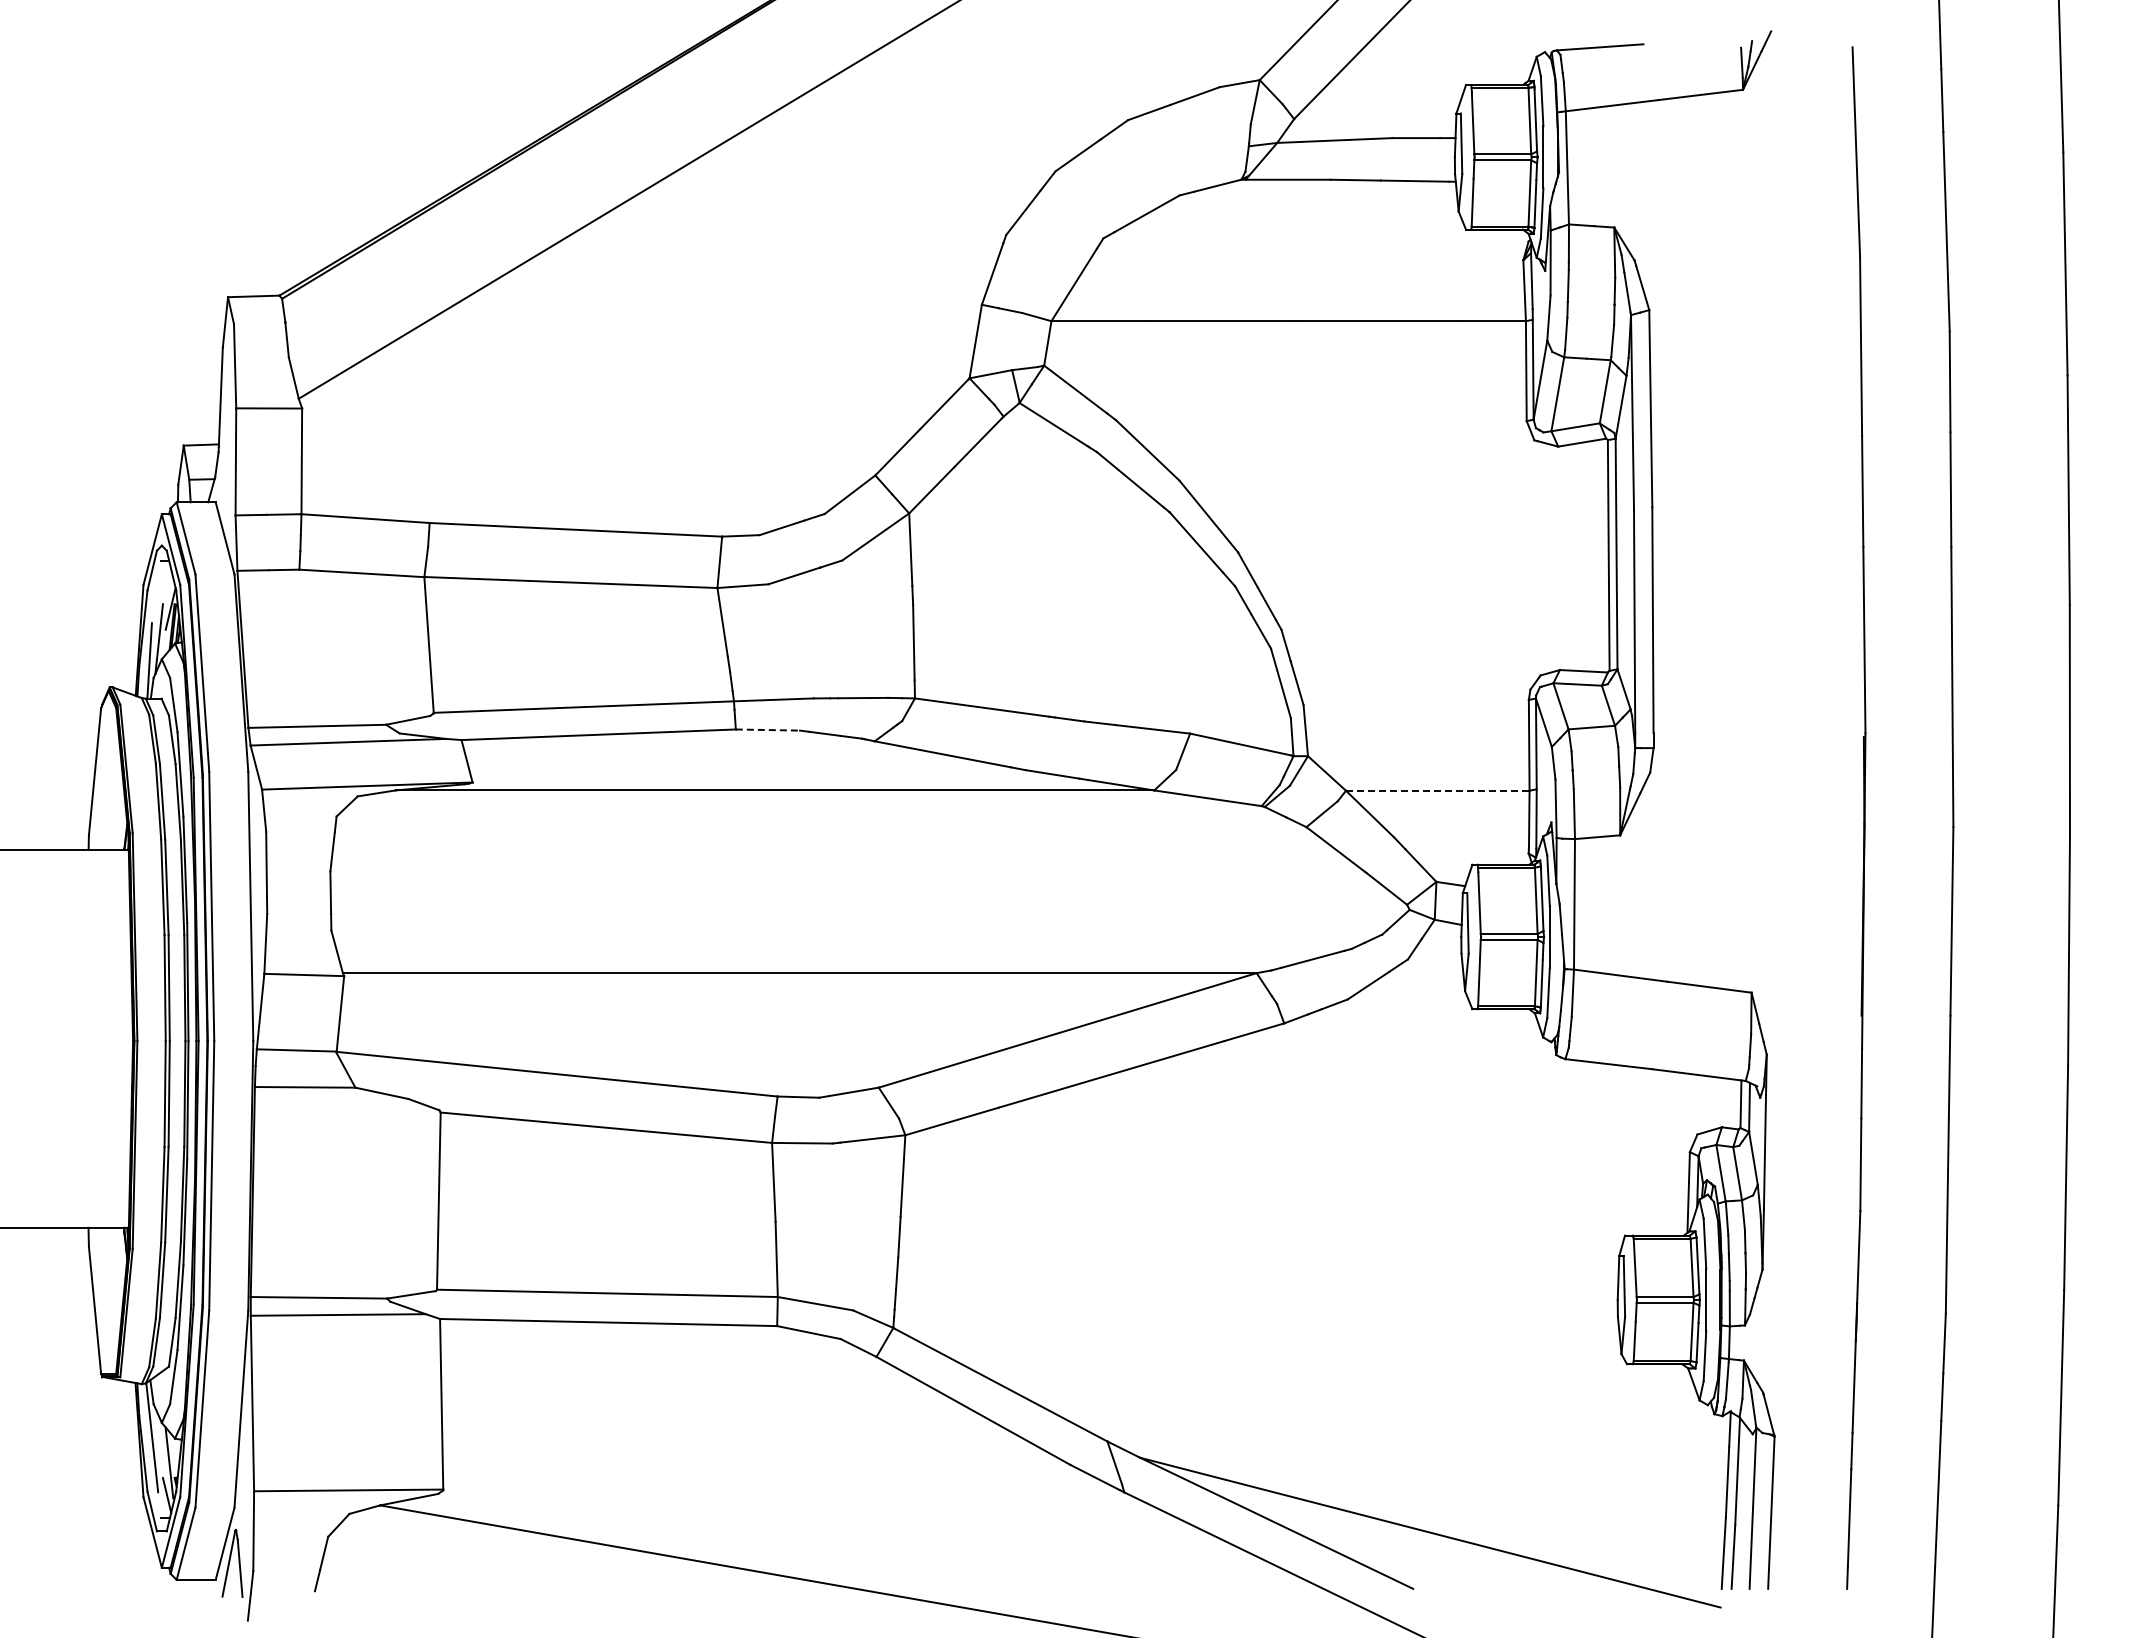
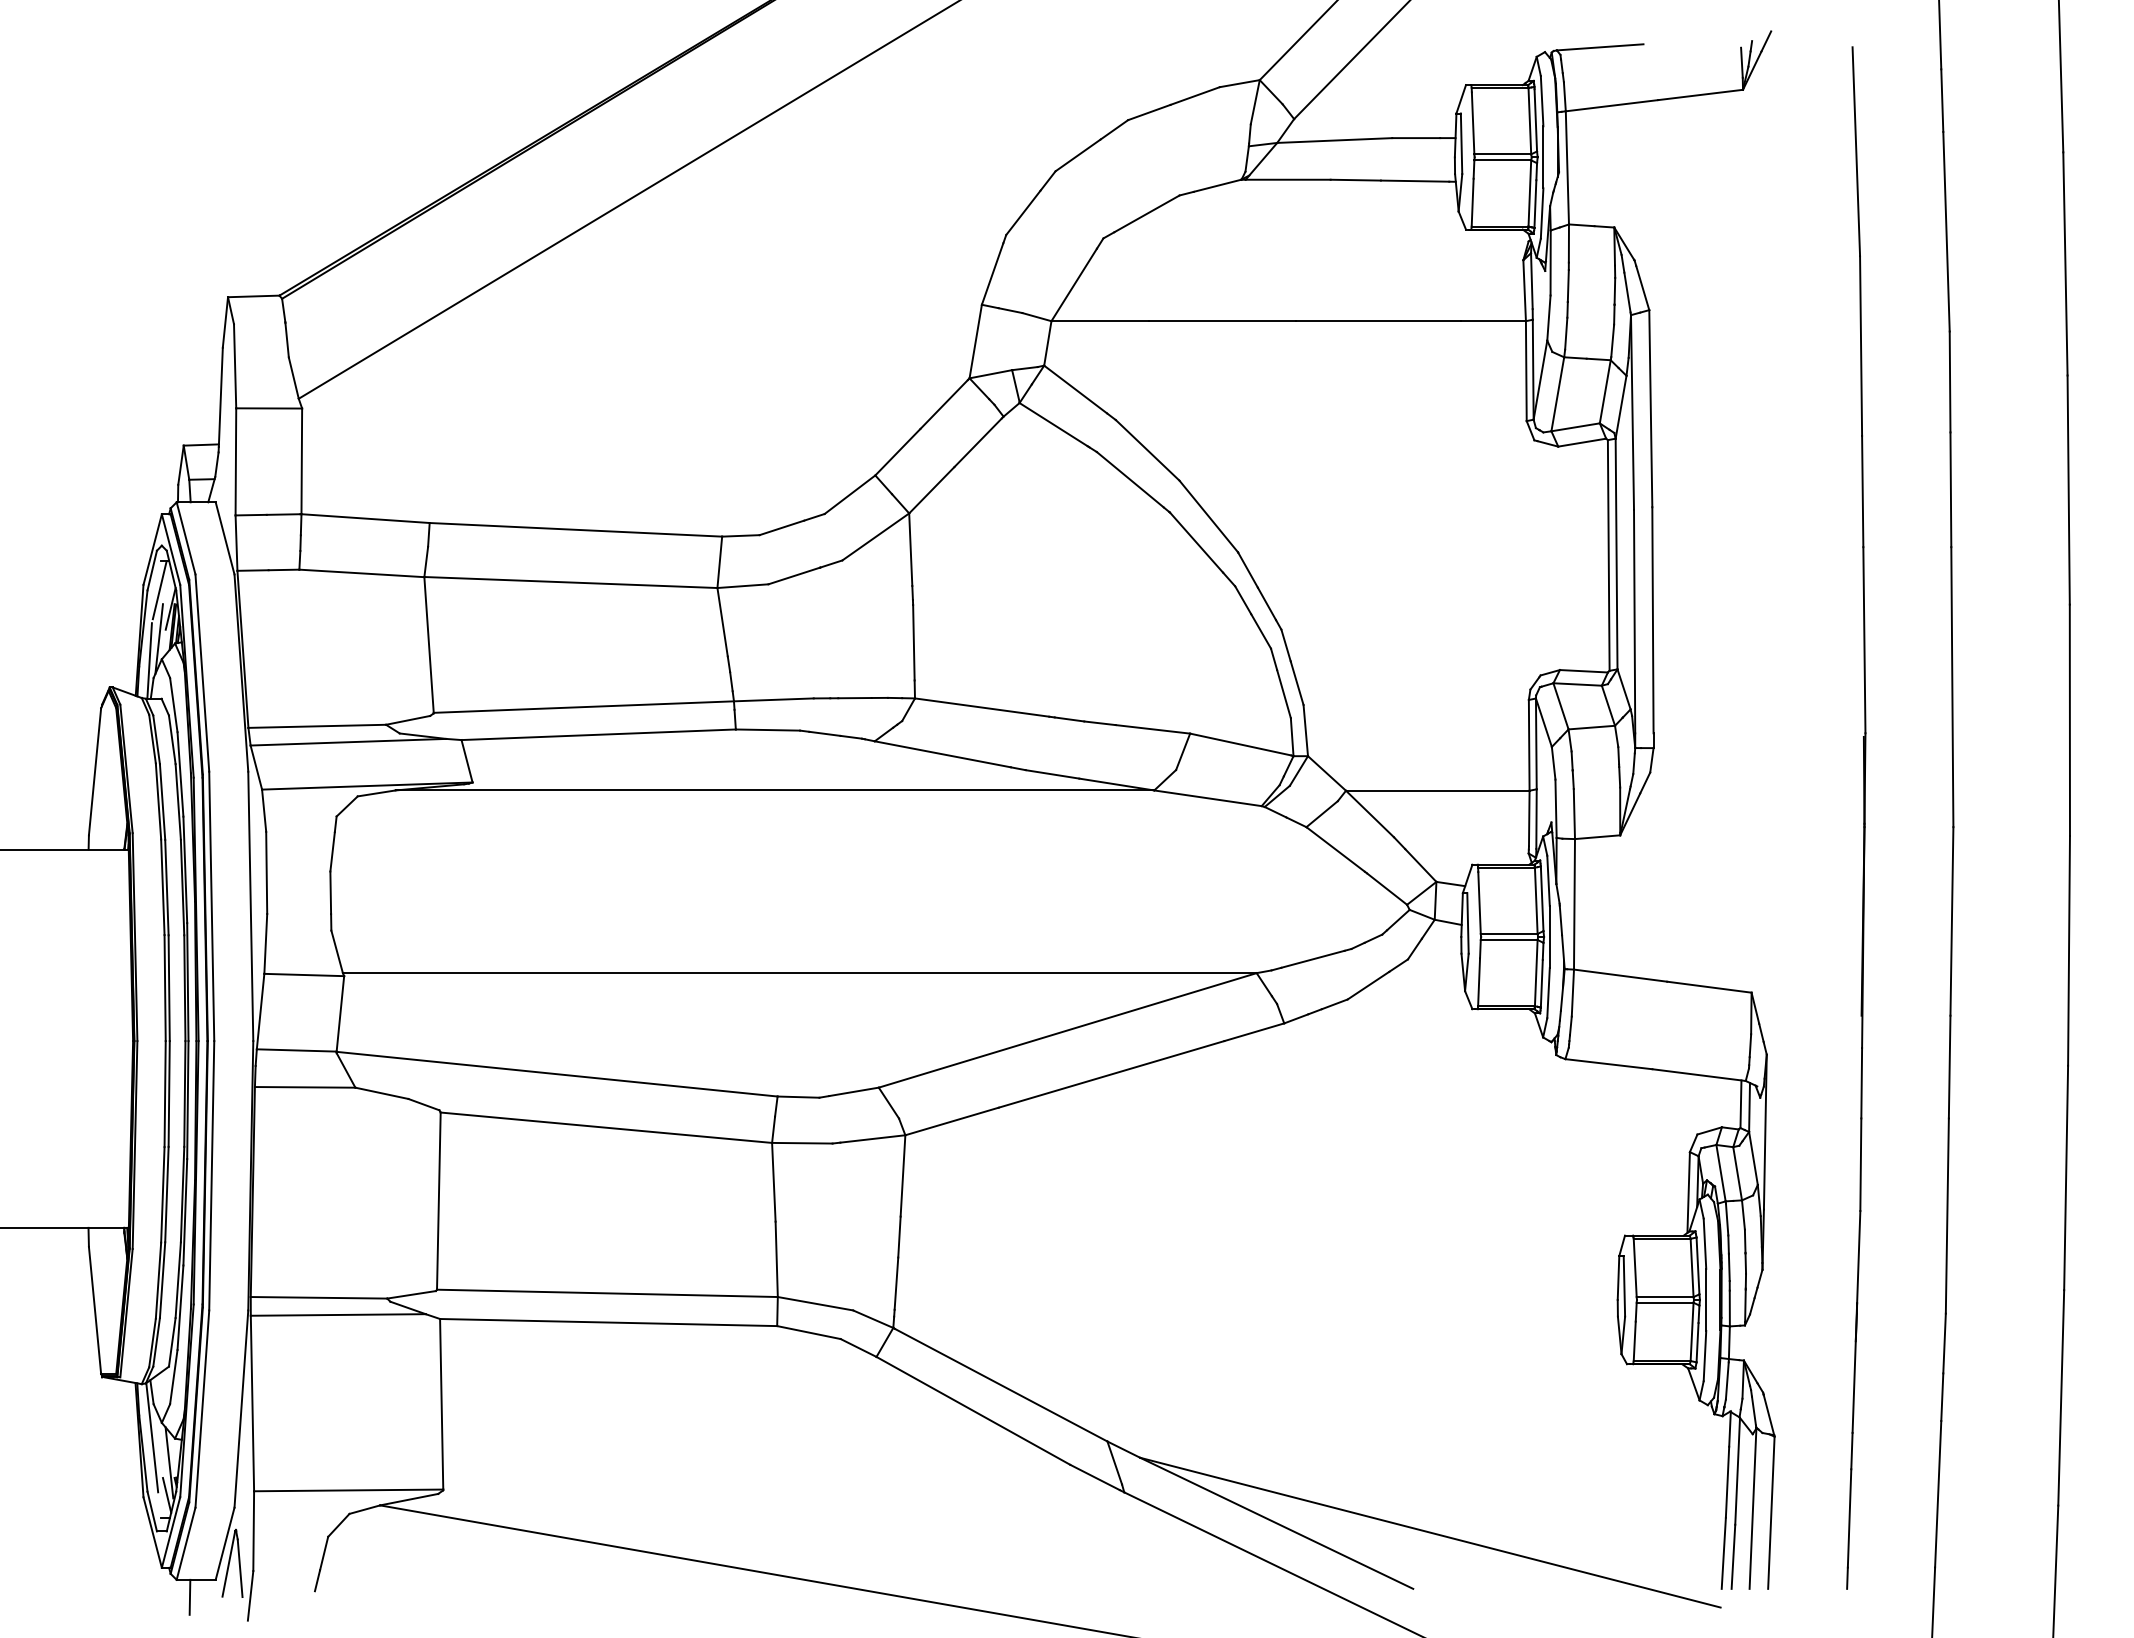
line at (159, 590): none -> present
line at (768, 730): dashed -> solid
line at (1437, 790): dashed -> solid
line at (189, 1596): none -> present
